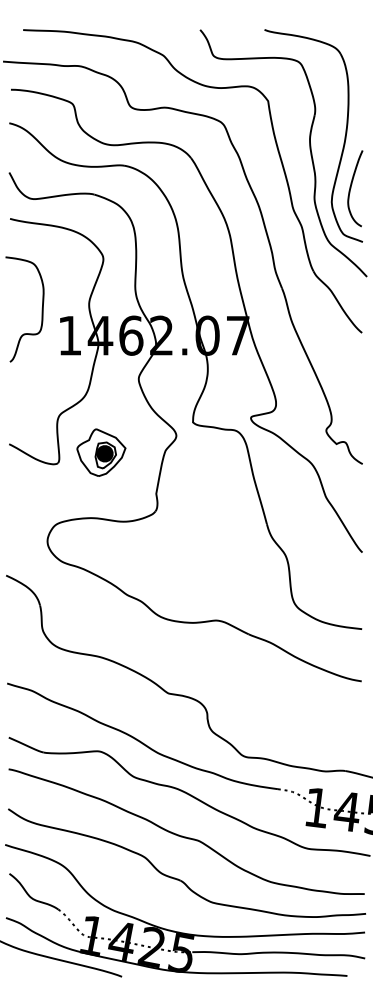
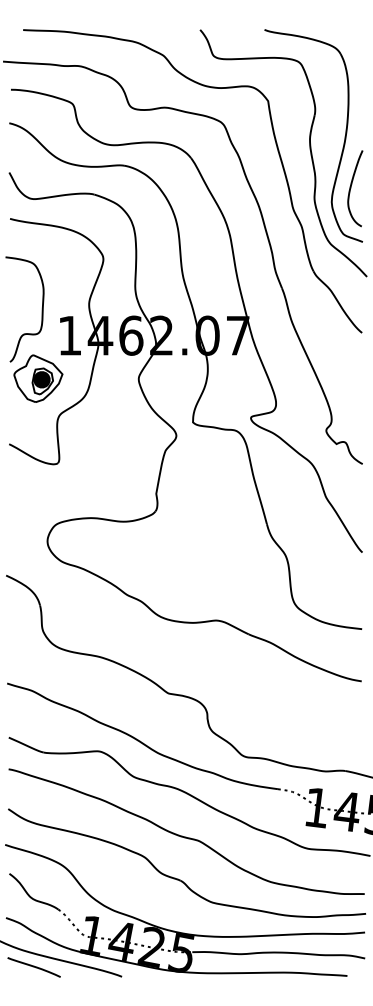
part at (101, 452) position: (101, 452) -> (38, 378)
curve at (33, 967): none -> present
